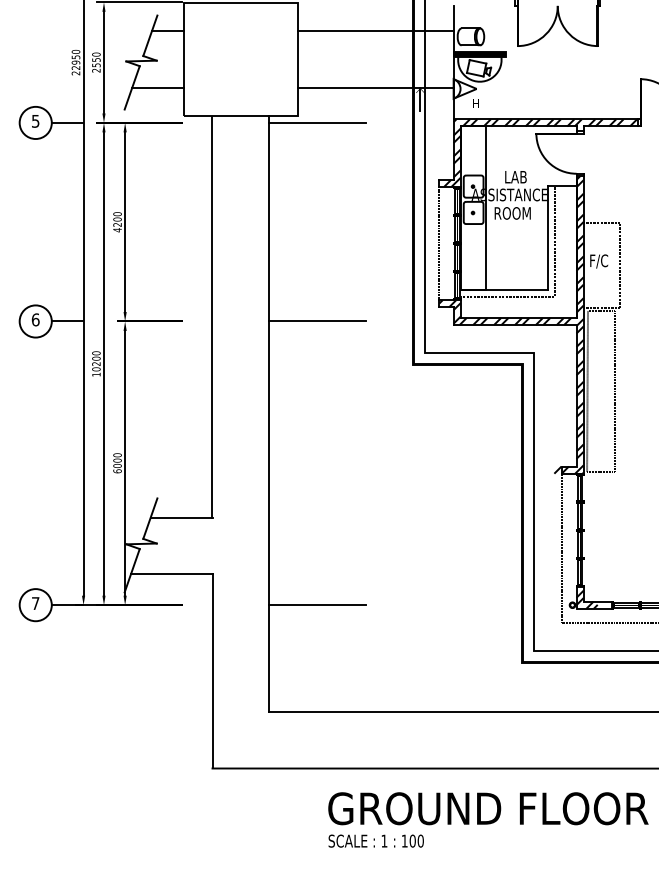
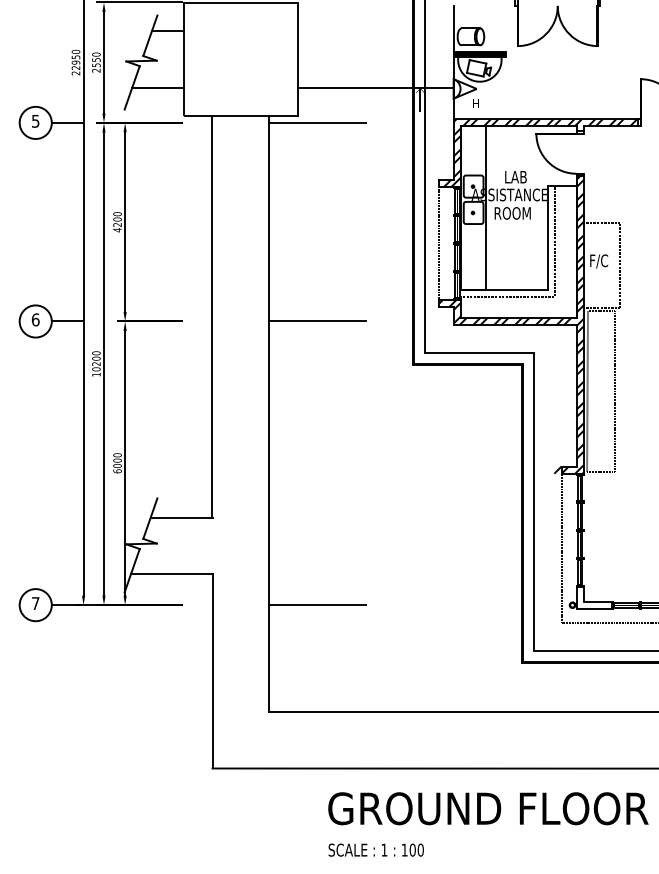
line at (375, 31): present -> none
hatch at (586, 599): present -> none
text at (375, 840) position: (375, 840) -> (375, 849)
